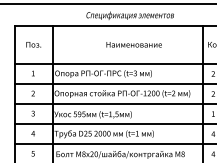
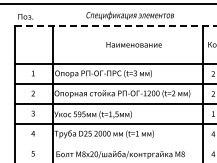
line at (115, 25): solid -> dashed
text at (33, 44) position: (33, 44) -> (25, 16)
line at (113, 143): present -> none
